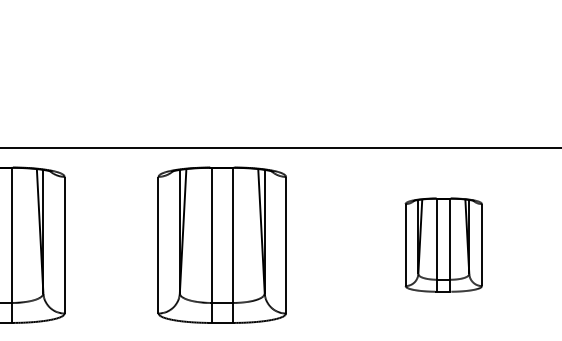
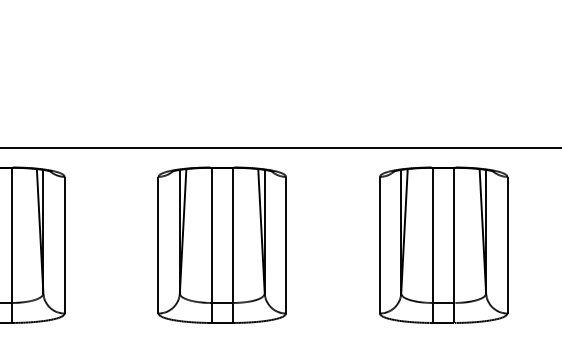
part at (443, 244) size: 79x96 px -> 130x158 px
